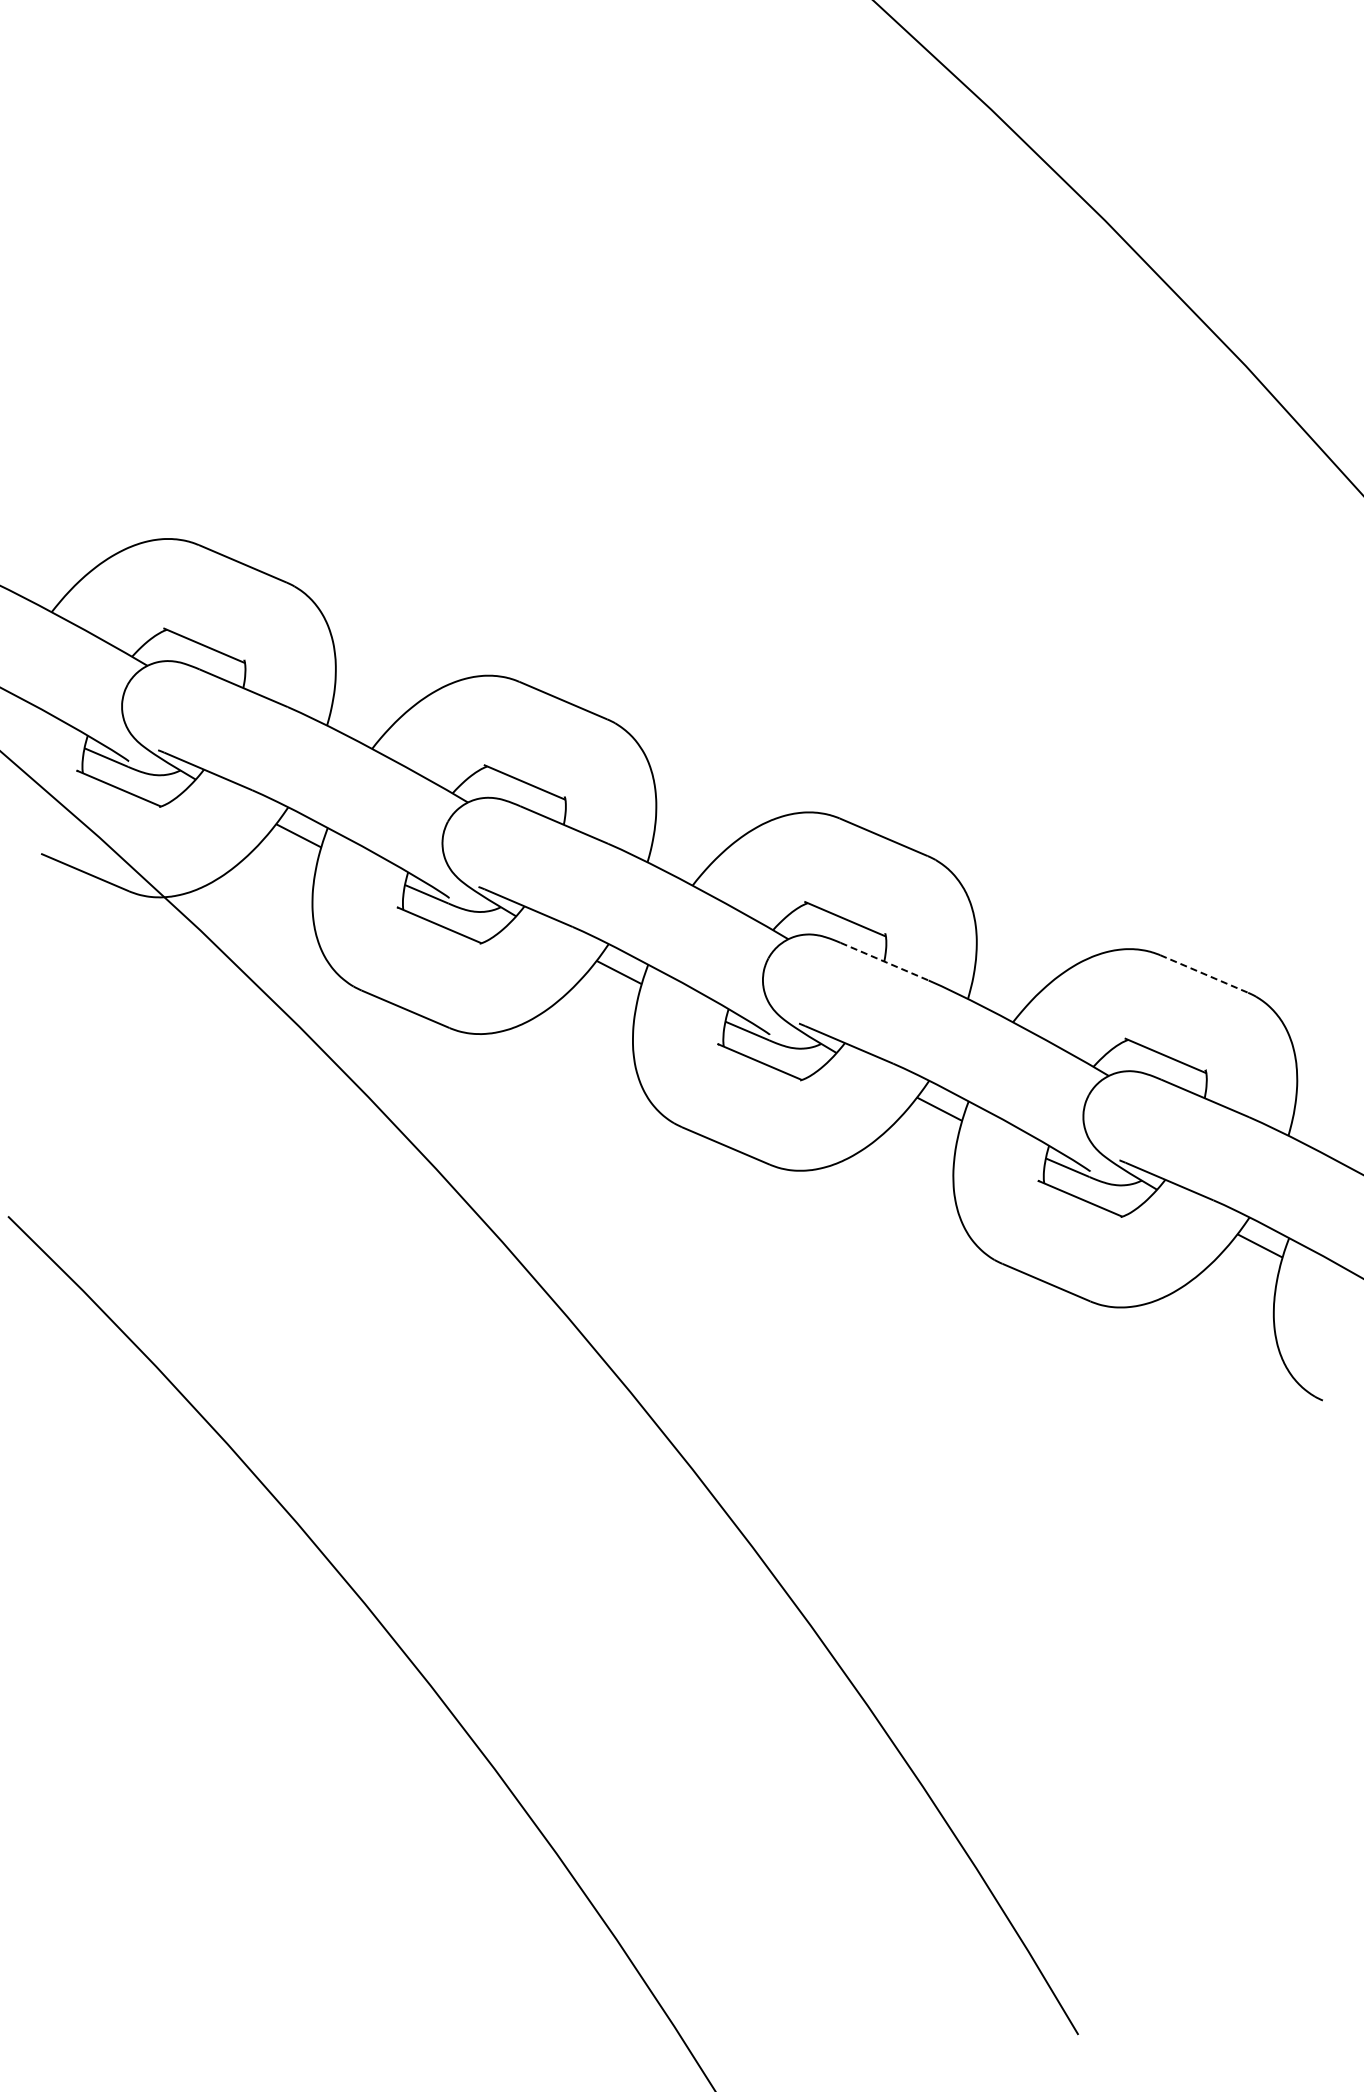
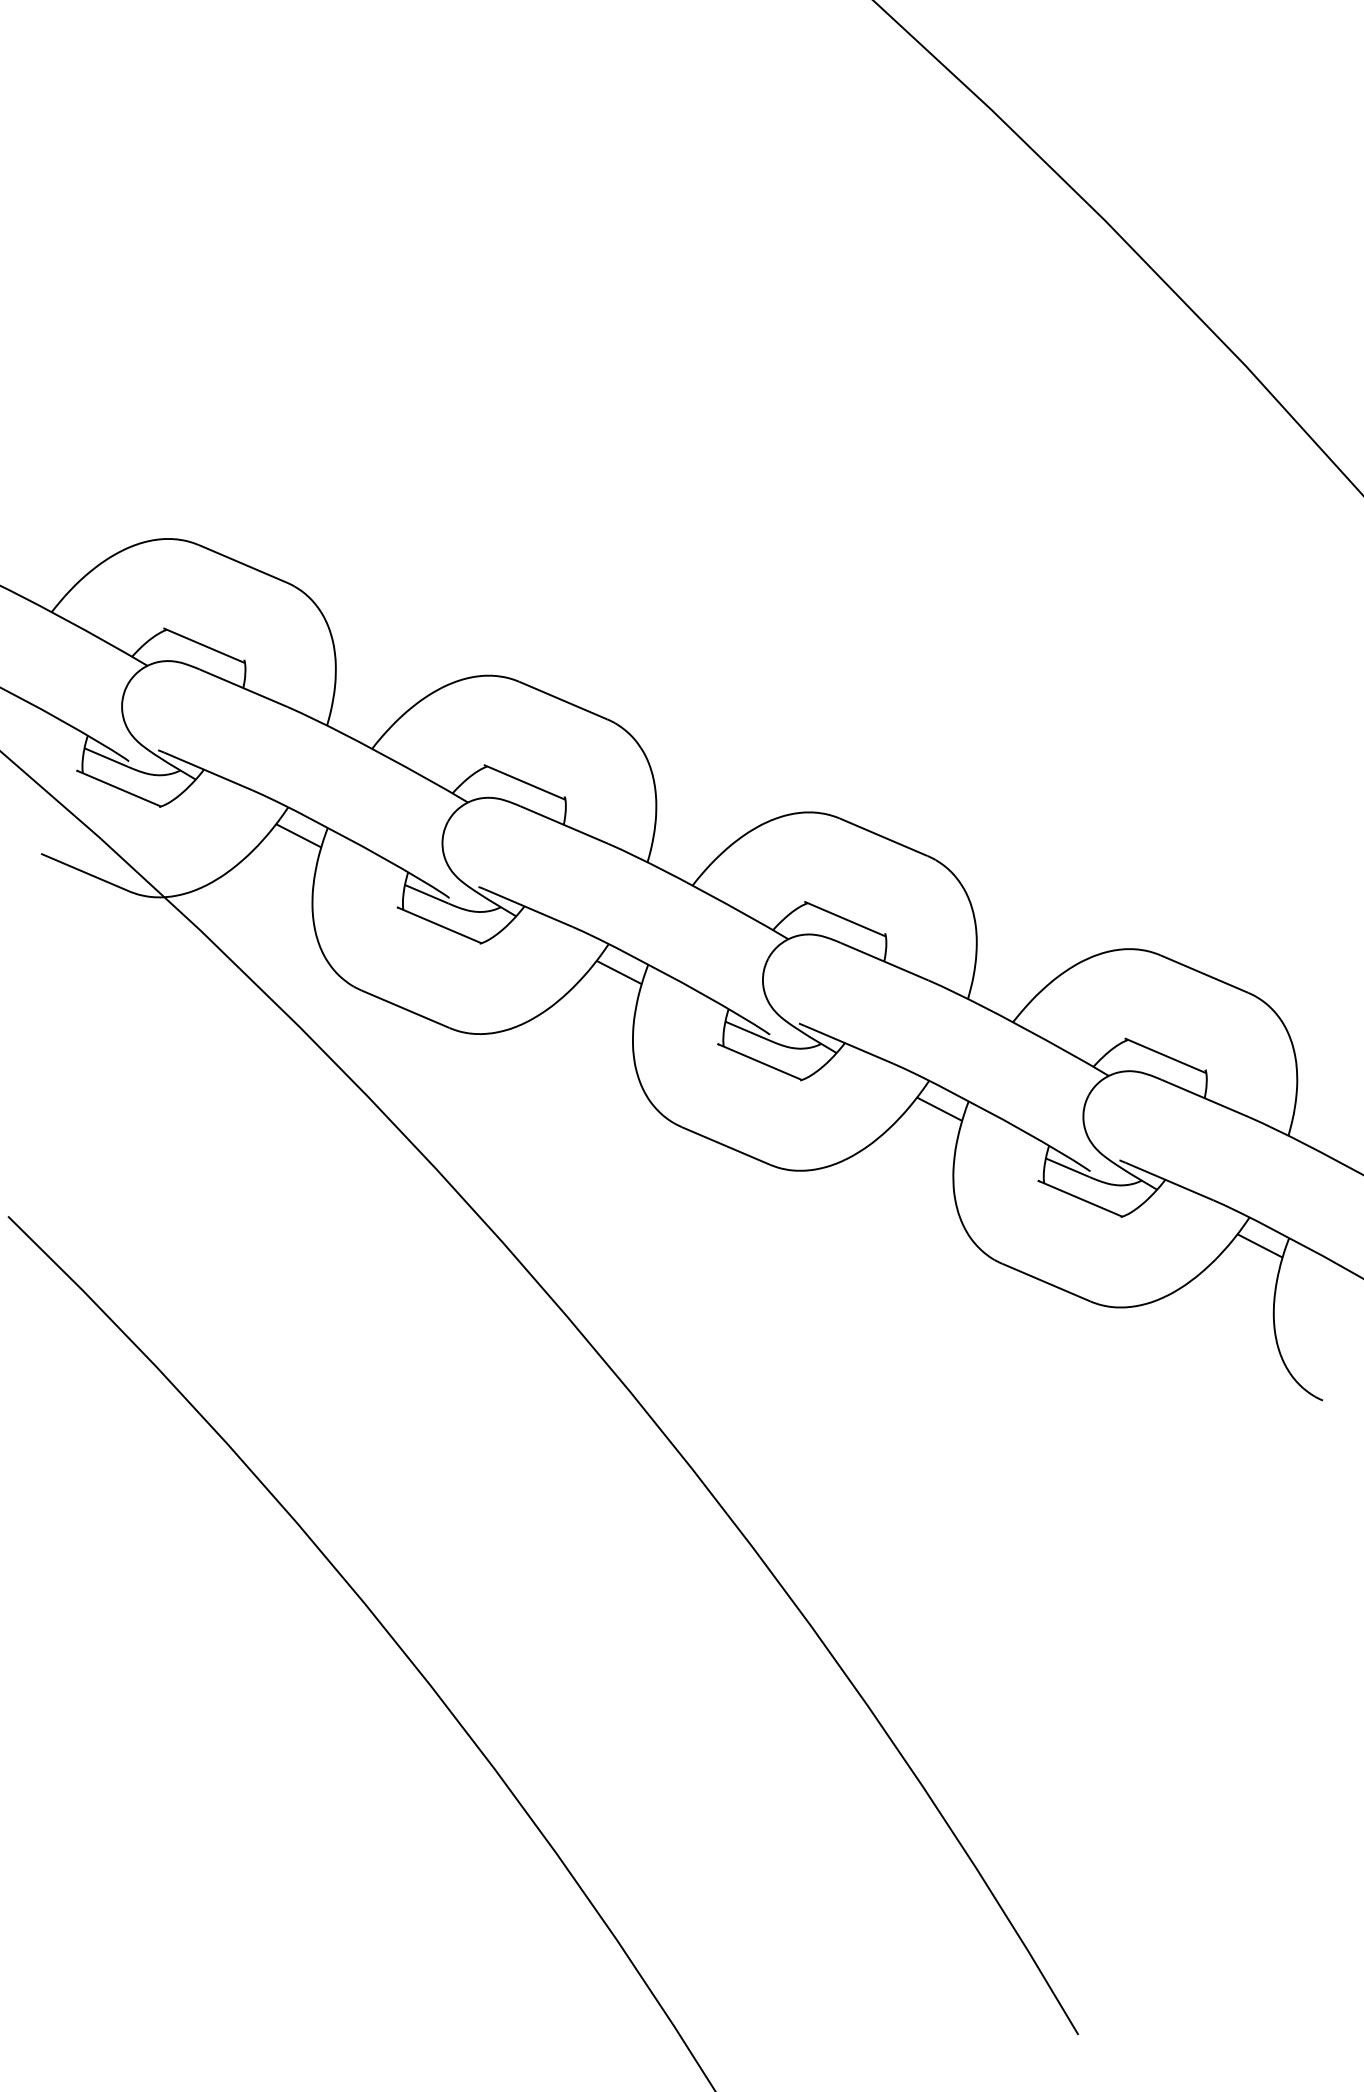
line at (884, 961): dashed -> solid
line at (1204, 974): dashed -> solid
